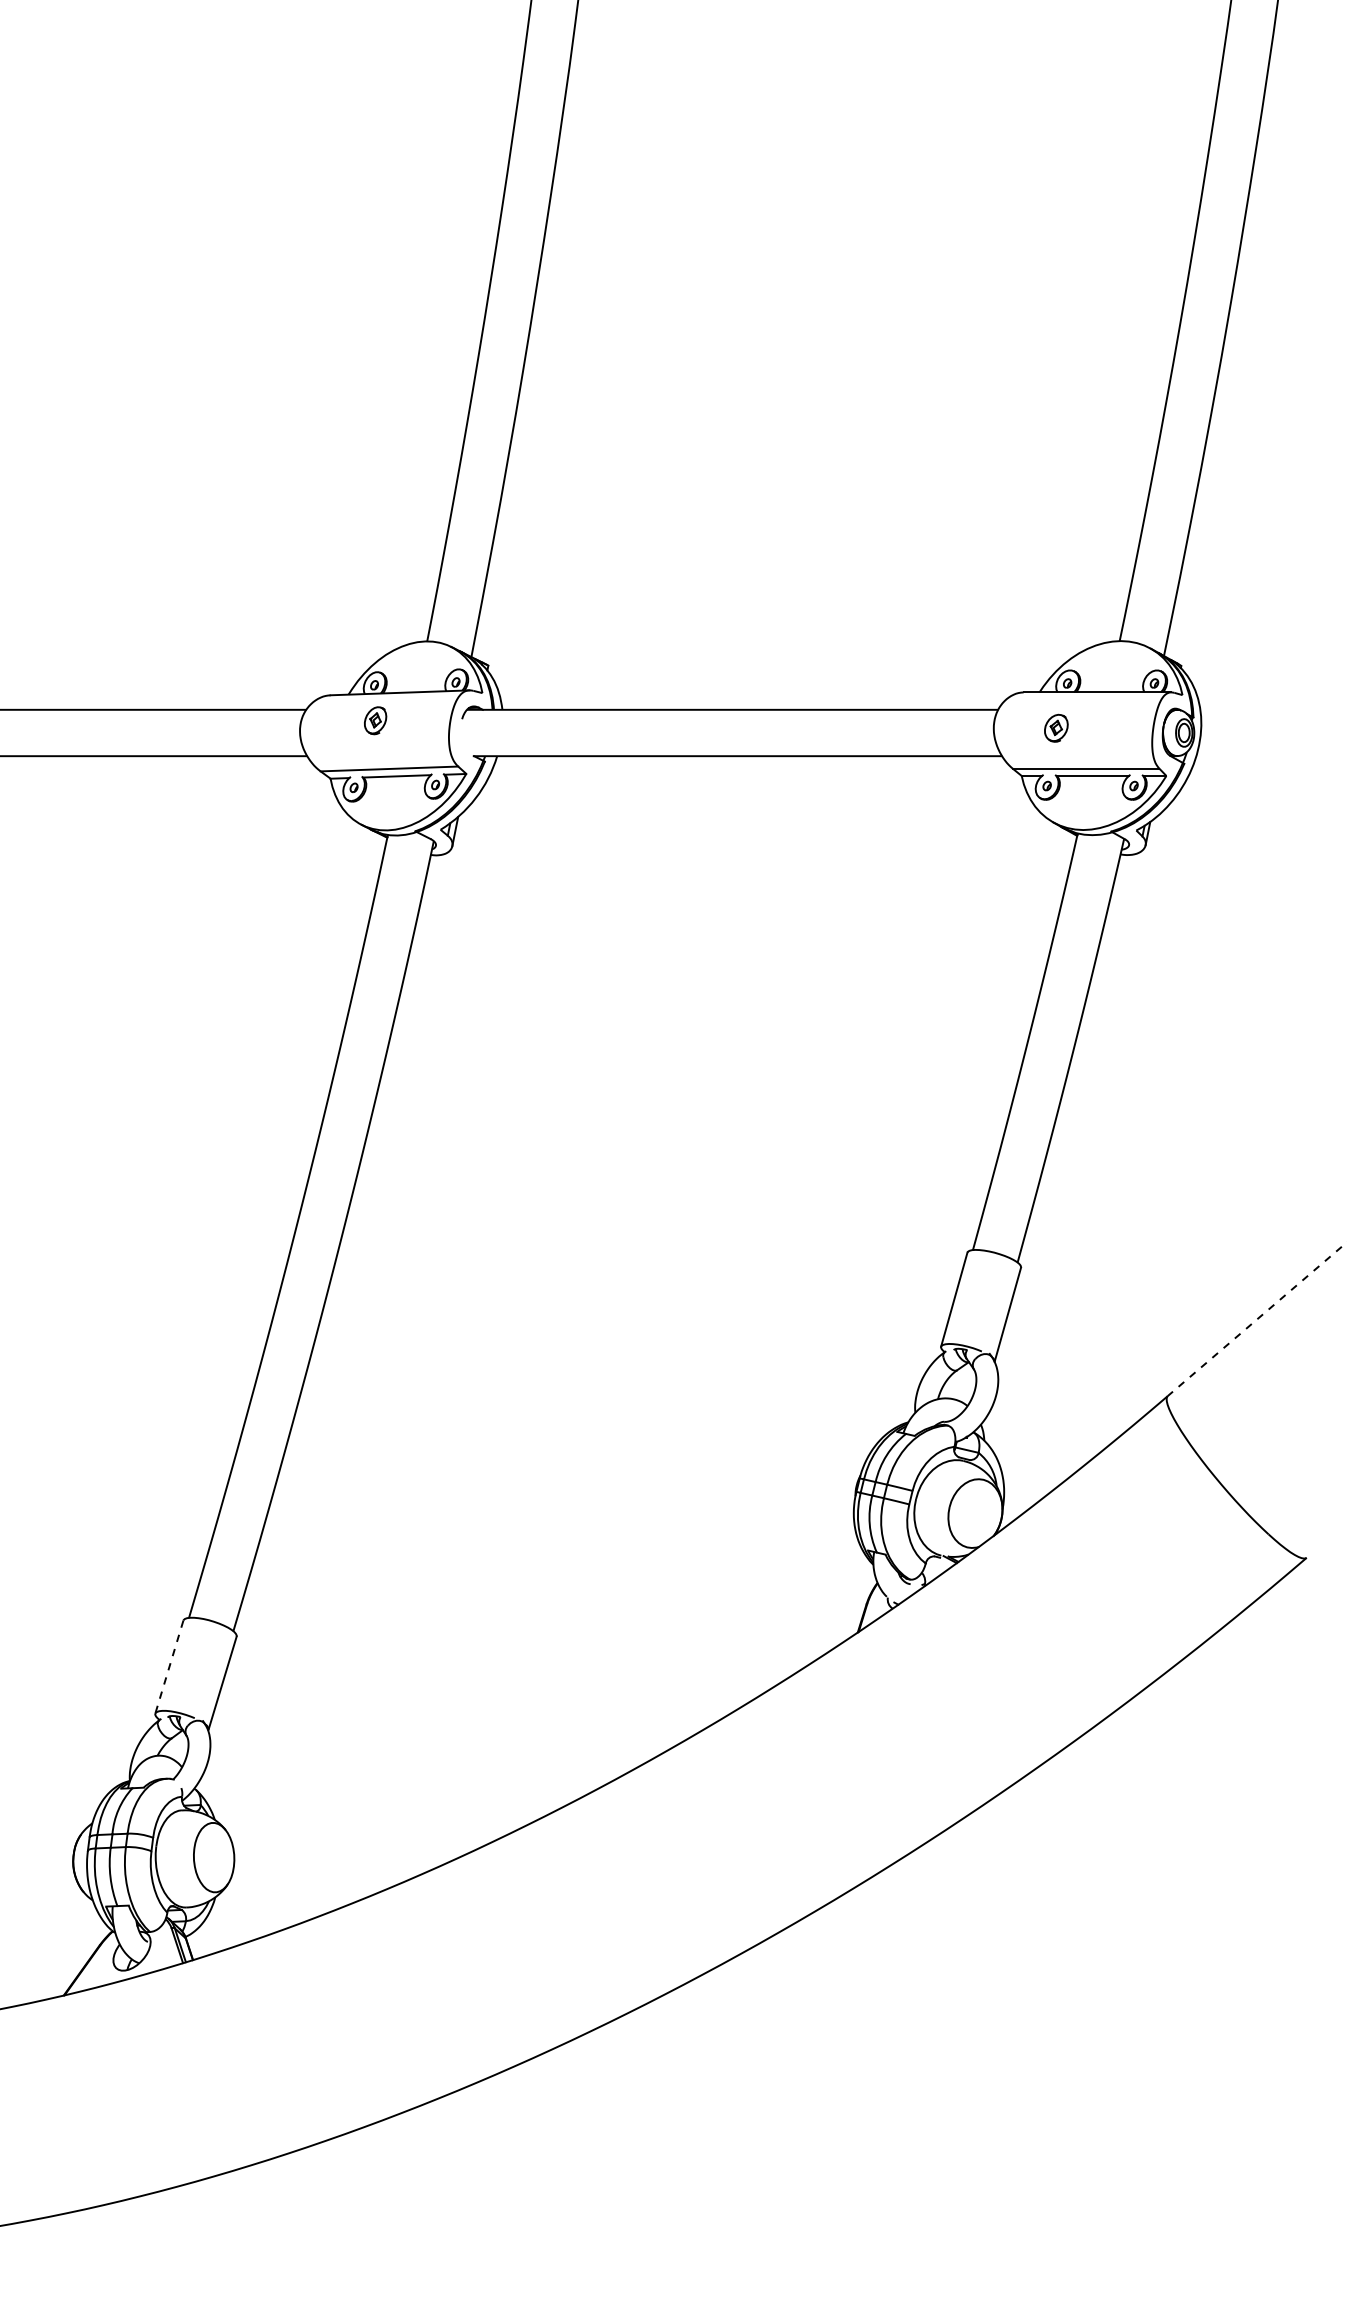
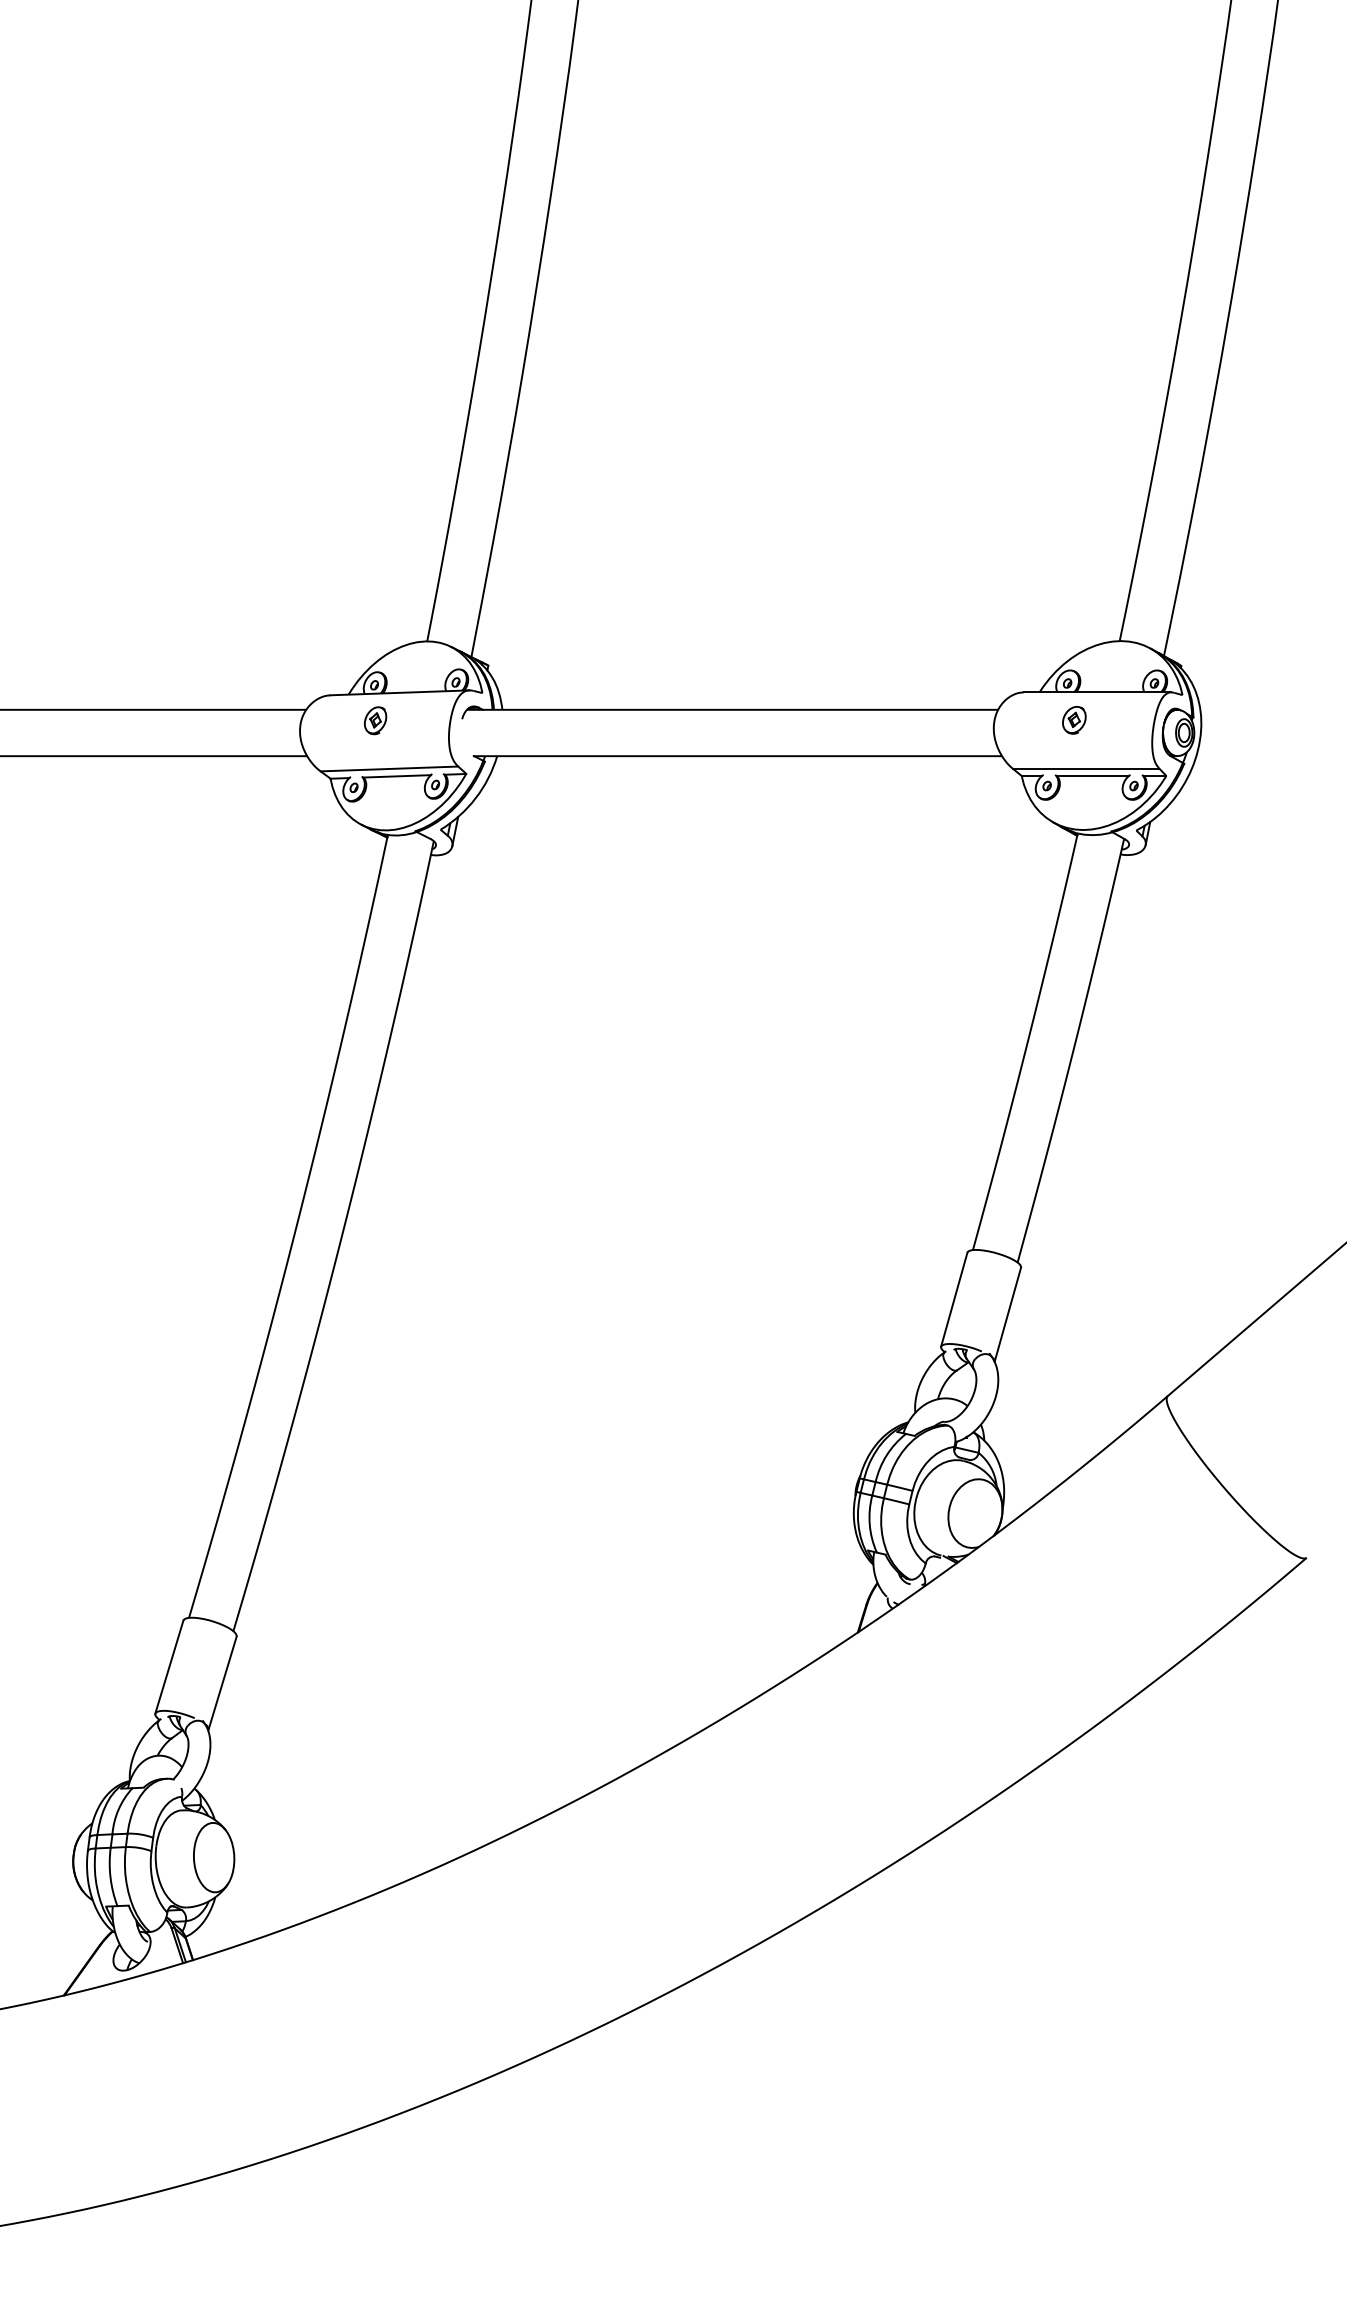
part at (1056, 727) position: (1056, 727) -> (1074, 719)
line at (1257, 1319): dashed -> solid
line at (169, 1667): dashed -> solid
